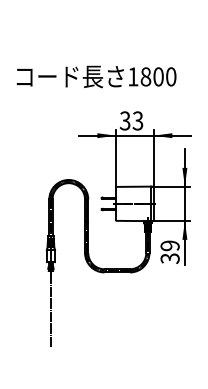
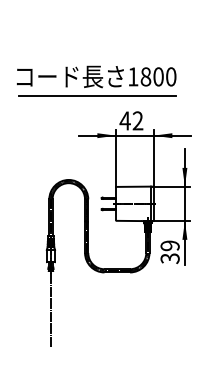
line at (96, 95): none -> present
text at (131, 120): 33 -> 42
